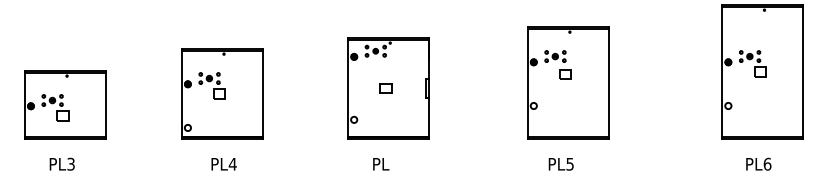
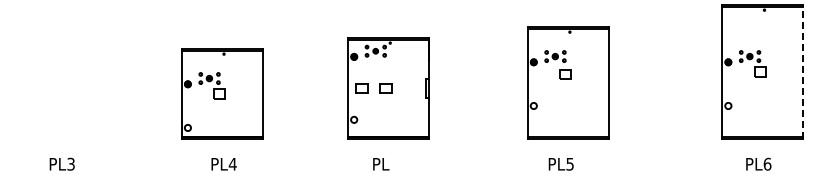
line at (803, 71): solid -> dashed
part at (361, 88): none -> present
part at (65, 104): present -> none
